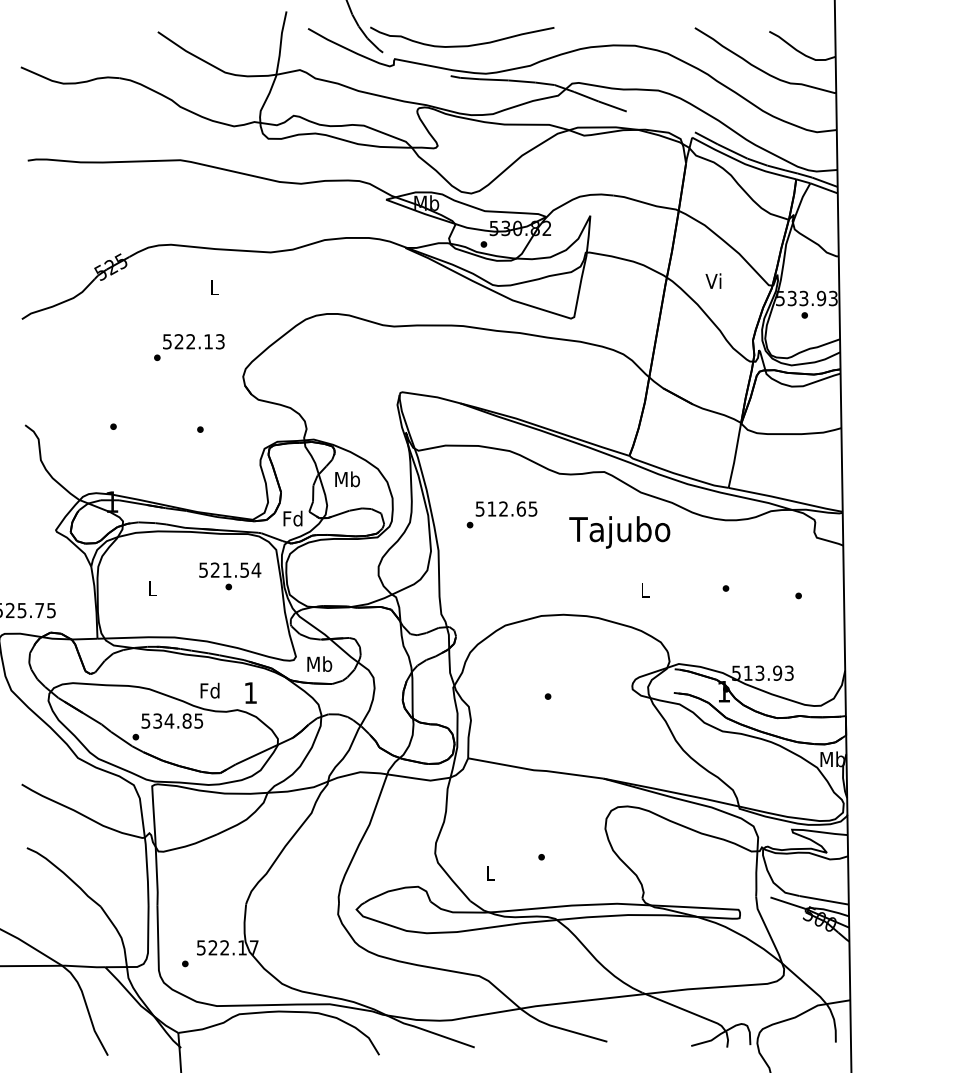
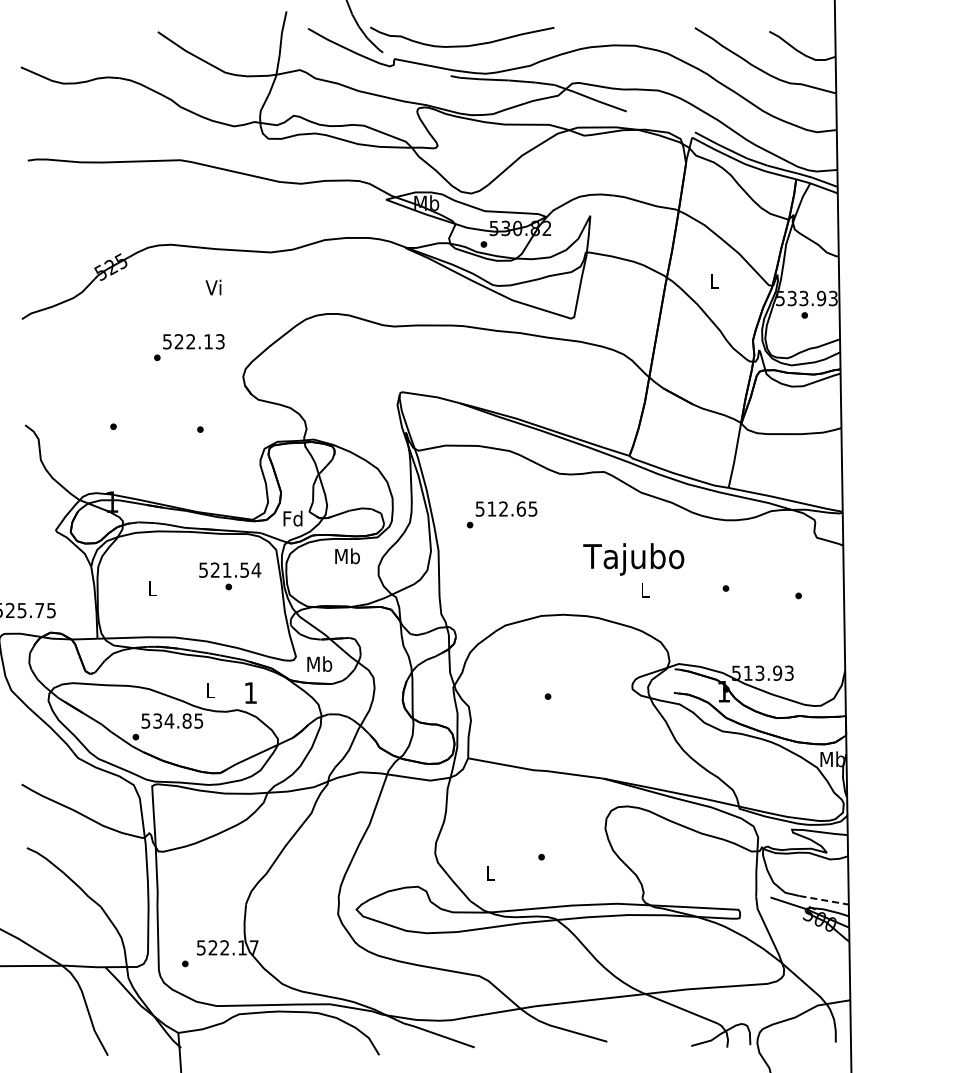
text at (713, 280): Vi -> L
text at (213, 287): L -> Vi
text at (347, 479) position: (347, 479) -> (347, 556)
text at (619, 532) position: (619, 532) -> (633, 559)
text at (209, 690): Fd -> L
line at (824, 900): solid -> dashed
